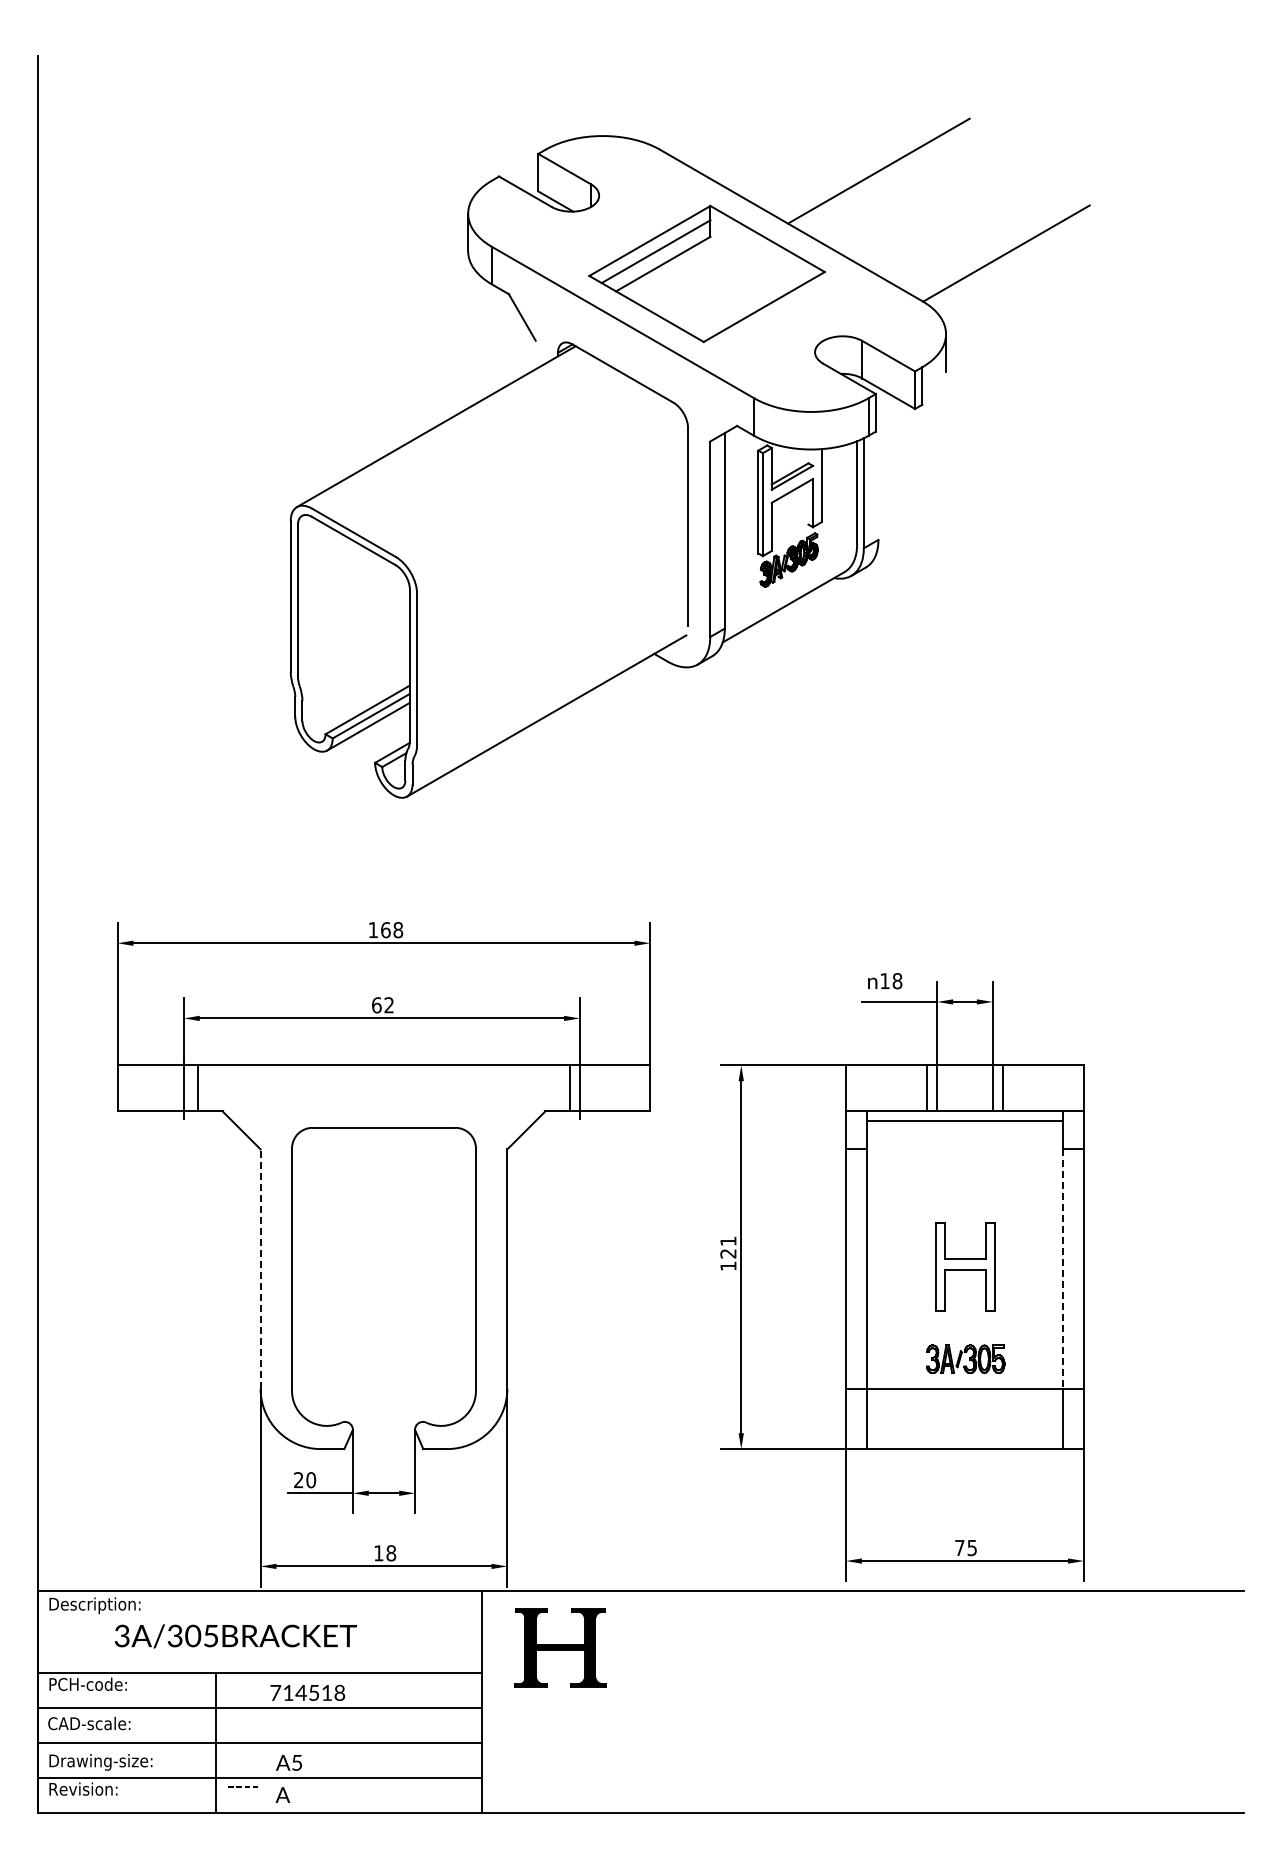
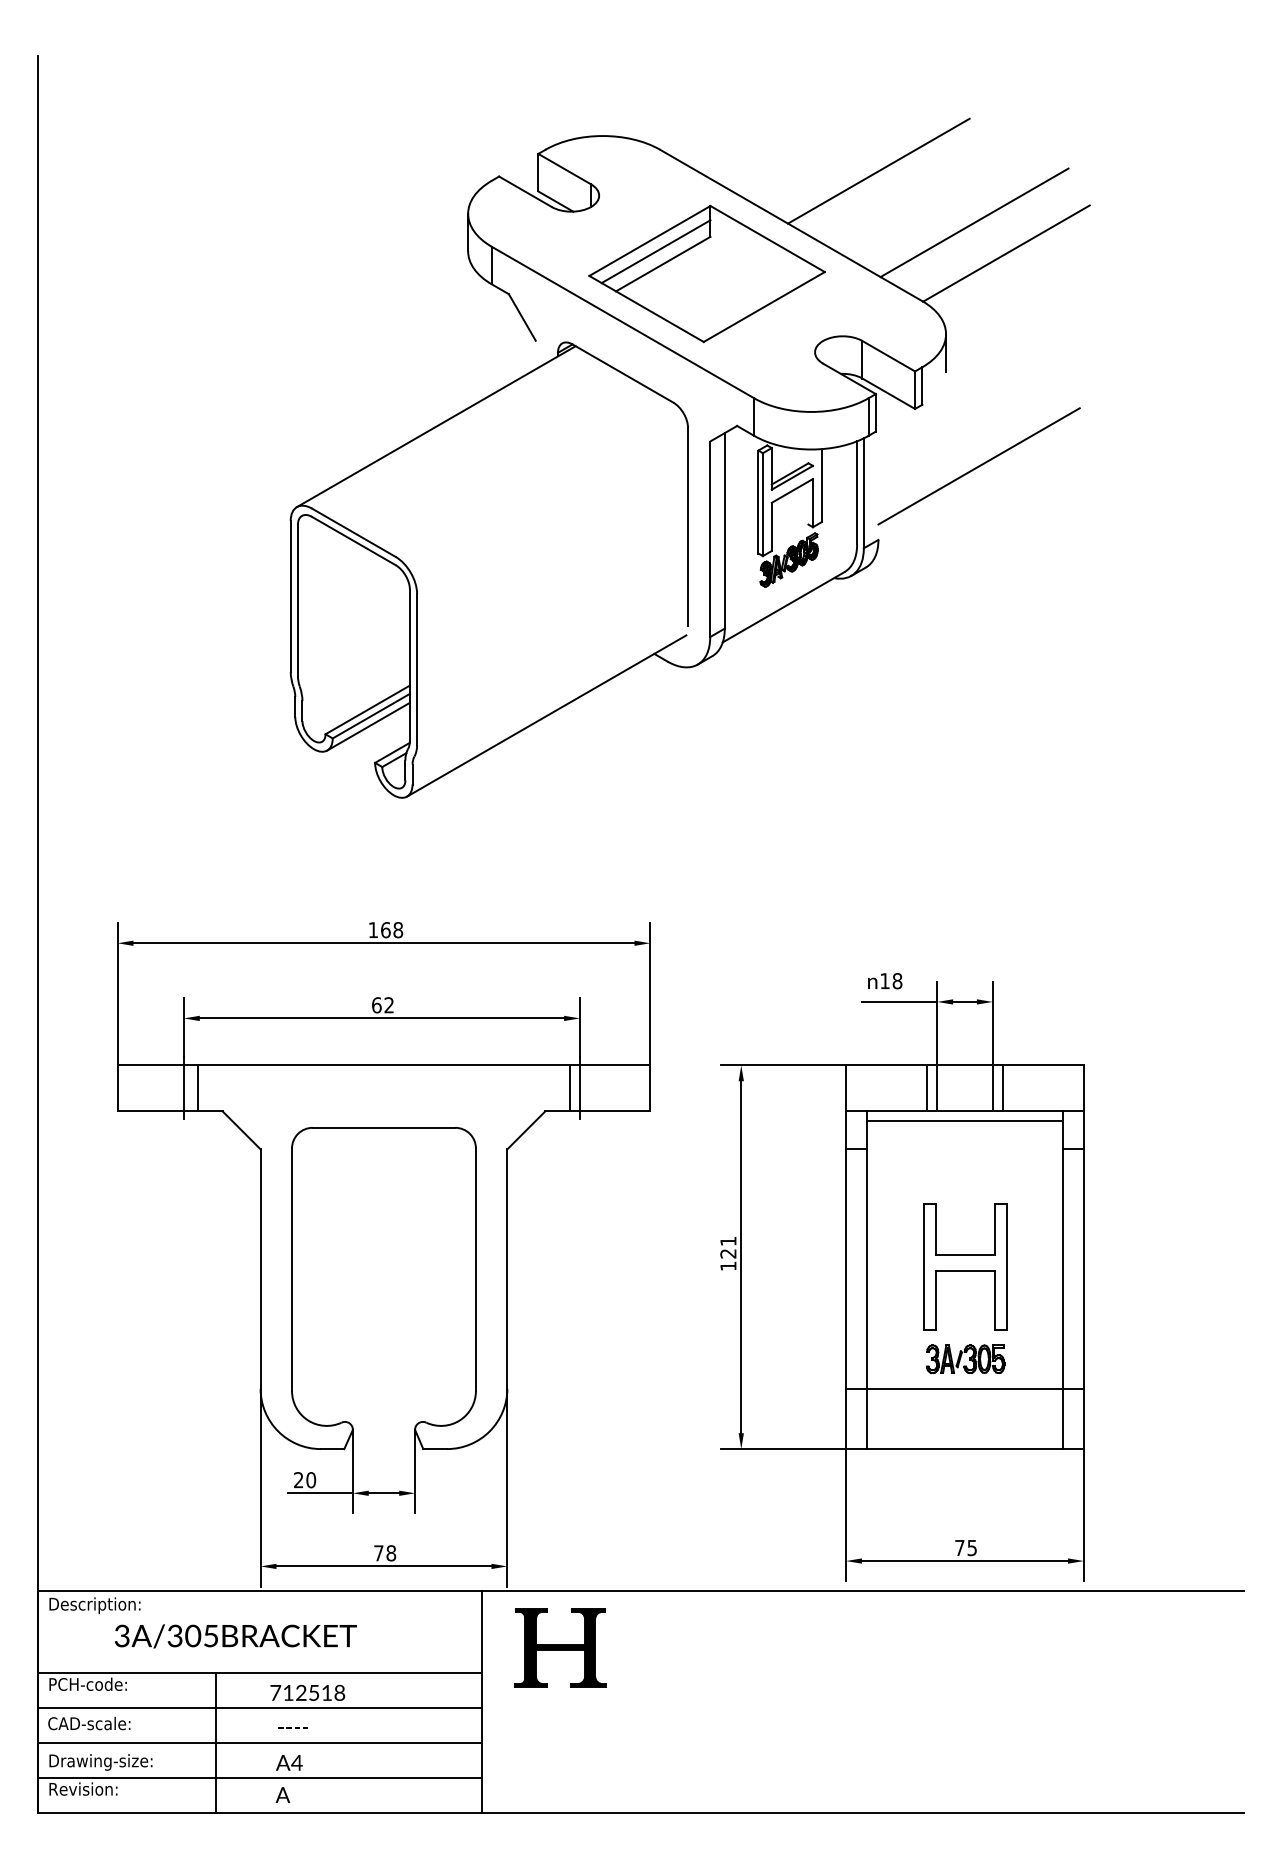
line at (974, 222): none -> present
line at (978, 466): none -> present
part at (965, 1266) size: 61x90 px -> 85x128 px
line at (260, 1269): dashed -> solid
line at (1063, 1269): dashed -> solid
text at (378, 1553): 18 -> 78
text at (301, 1692): 714518 -> 712518
text at (296, 1762): A5 -> A4
text at (242, 1786) position: (242, 1786) -> (292, 1727)
